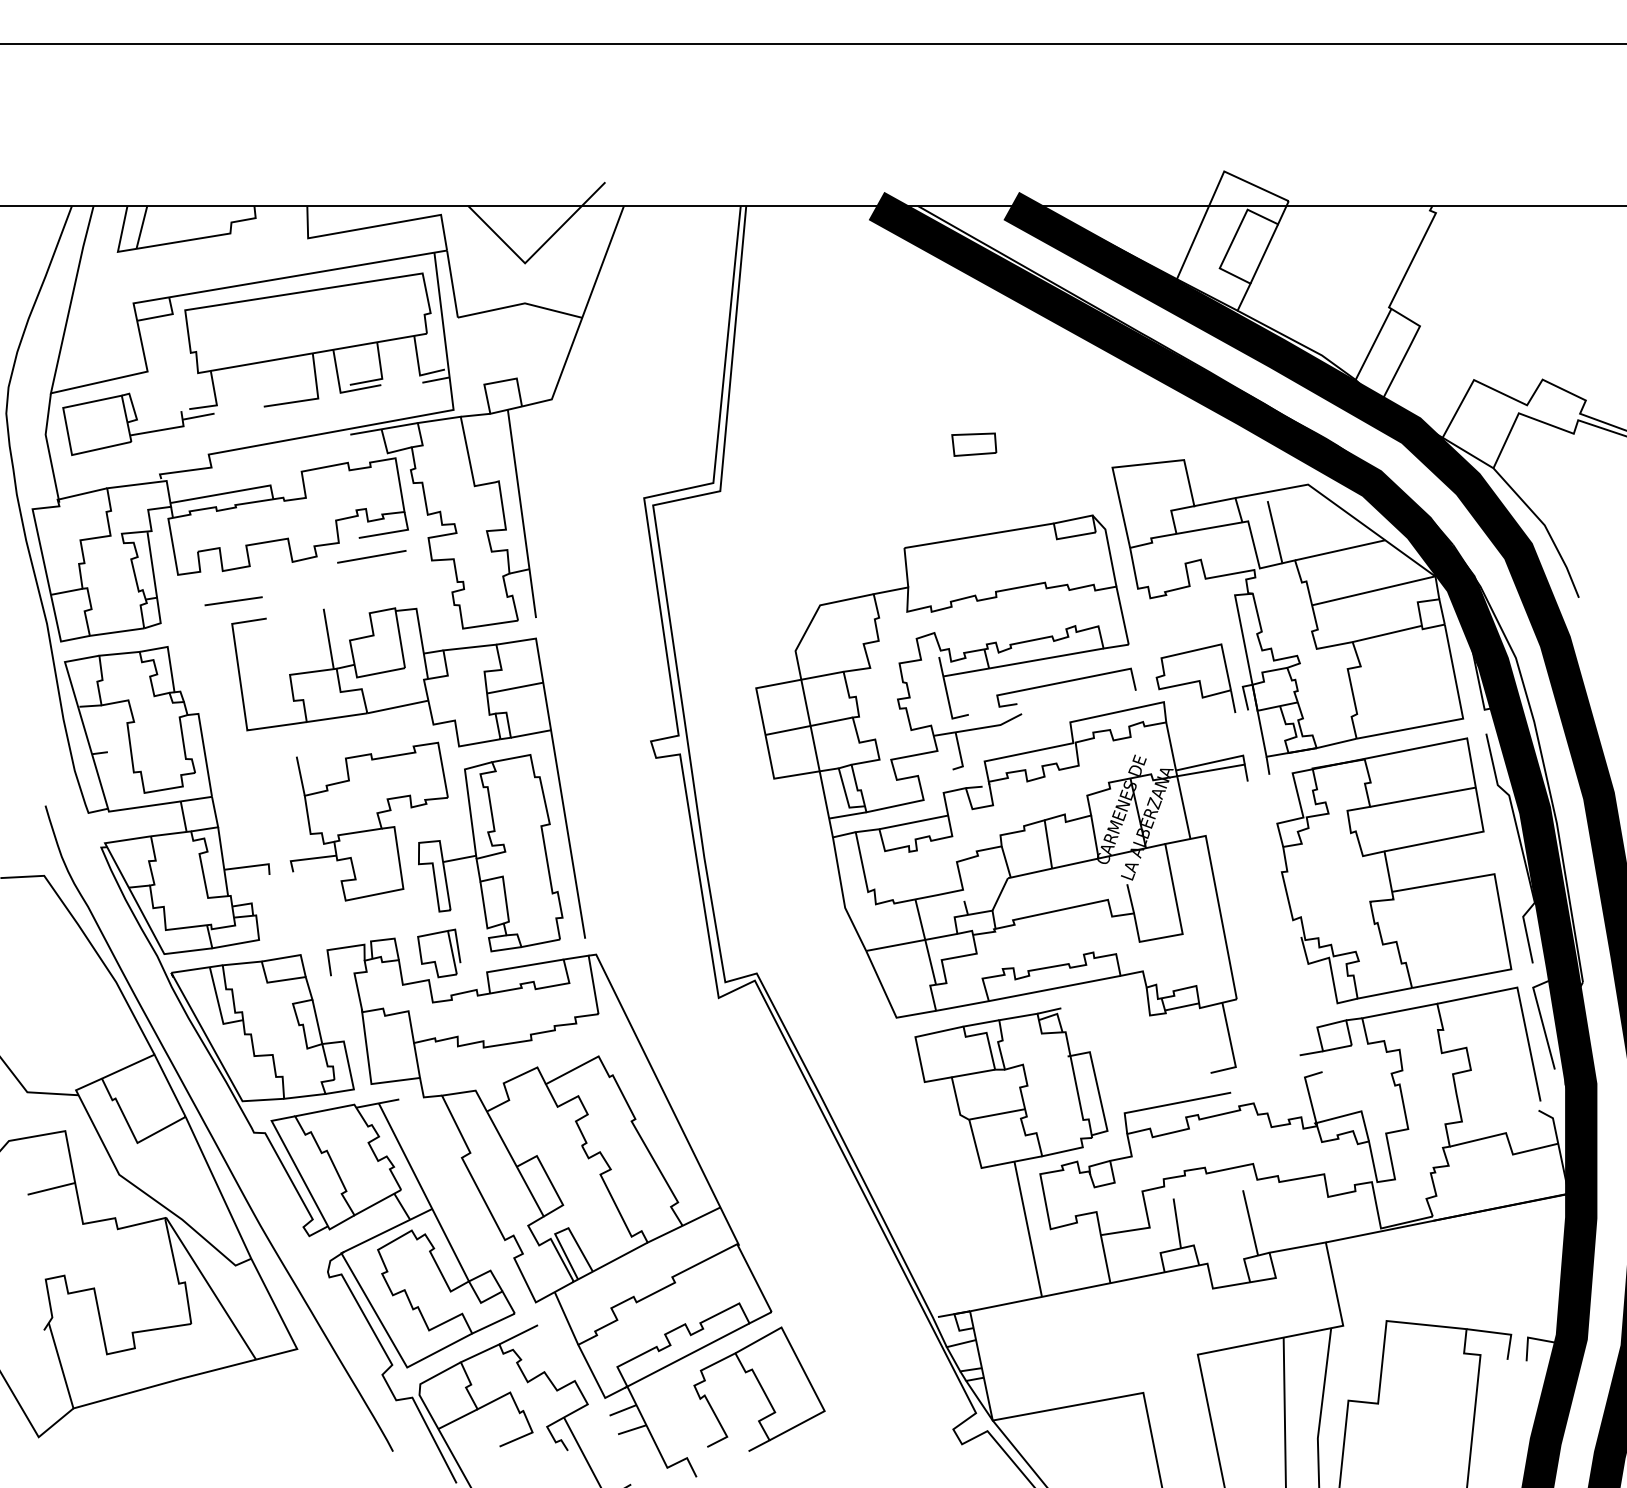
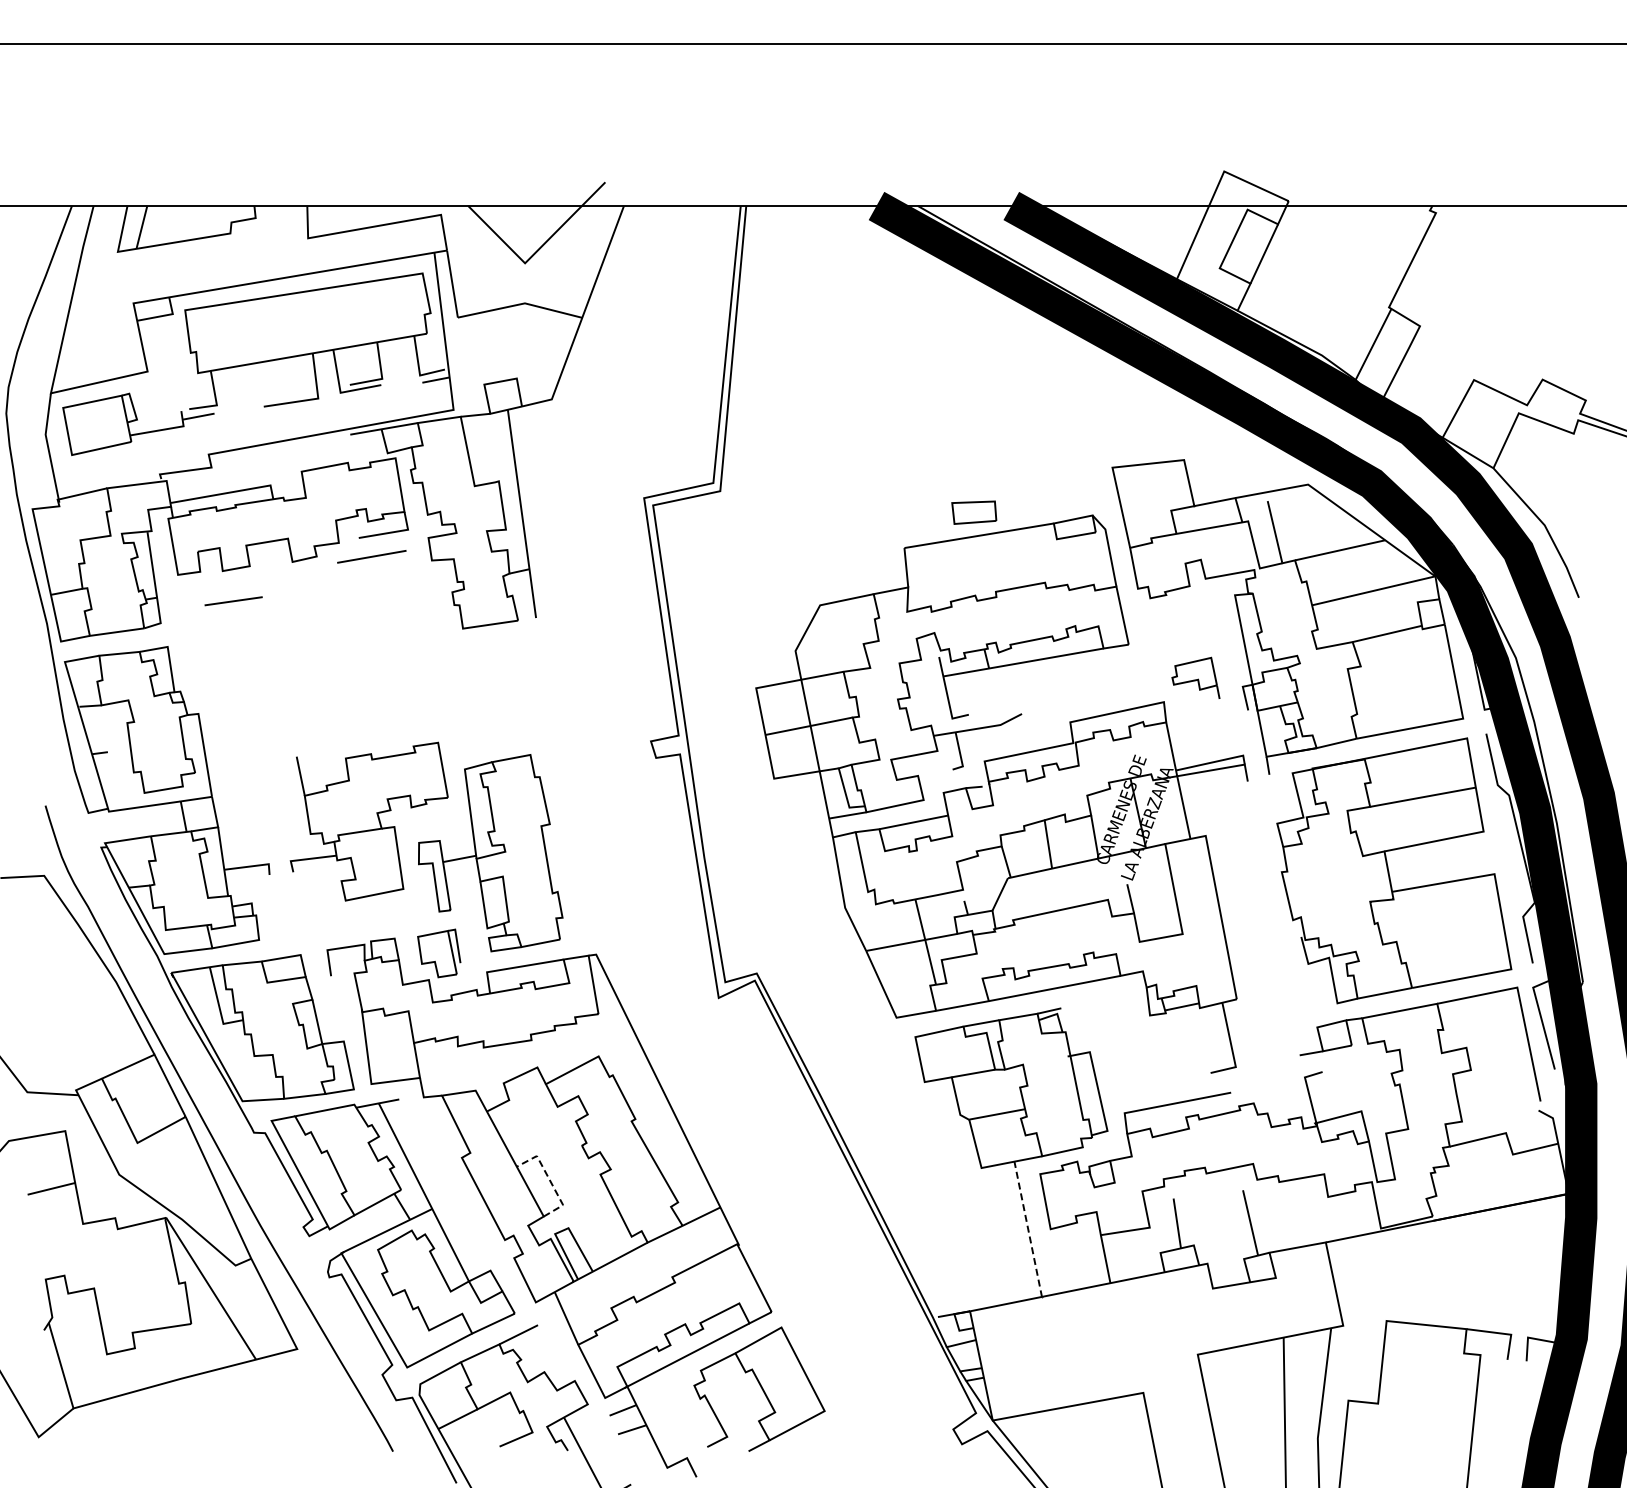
part at (974, 444) position: (974, 444) -> (974, 512)
part at (1195, 677) size: 82x70 px -> 50x43 px
line at (1066, 682): present -> none
part at (432, 725): present -> none
line at (550, 1180): solid -> dashed
line at (1028, 1228): solid -> dashed
